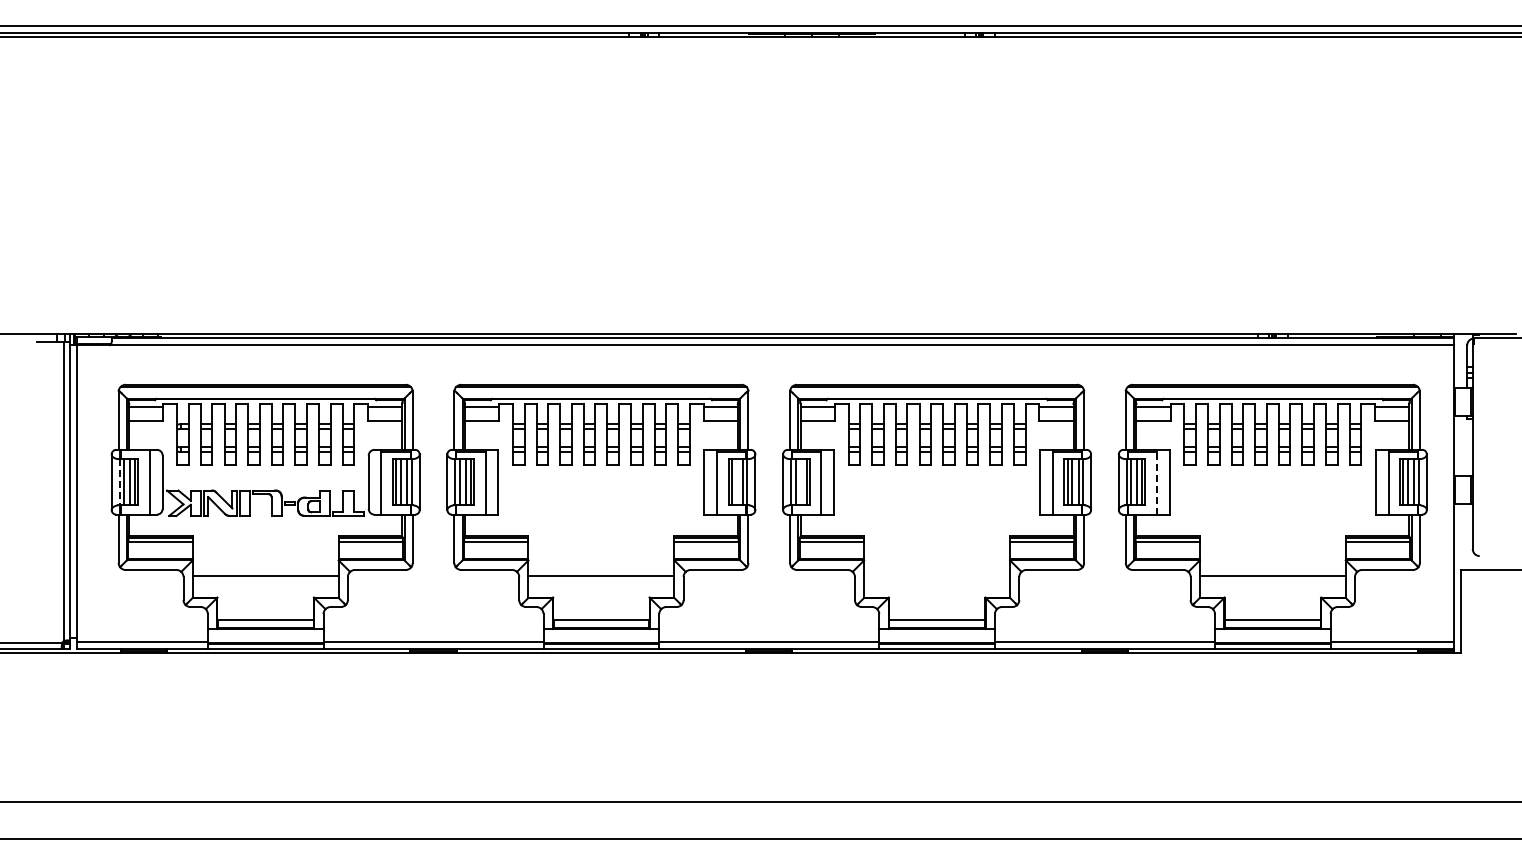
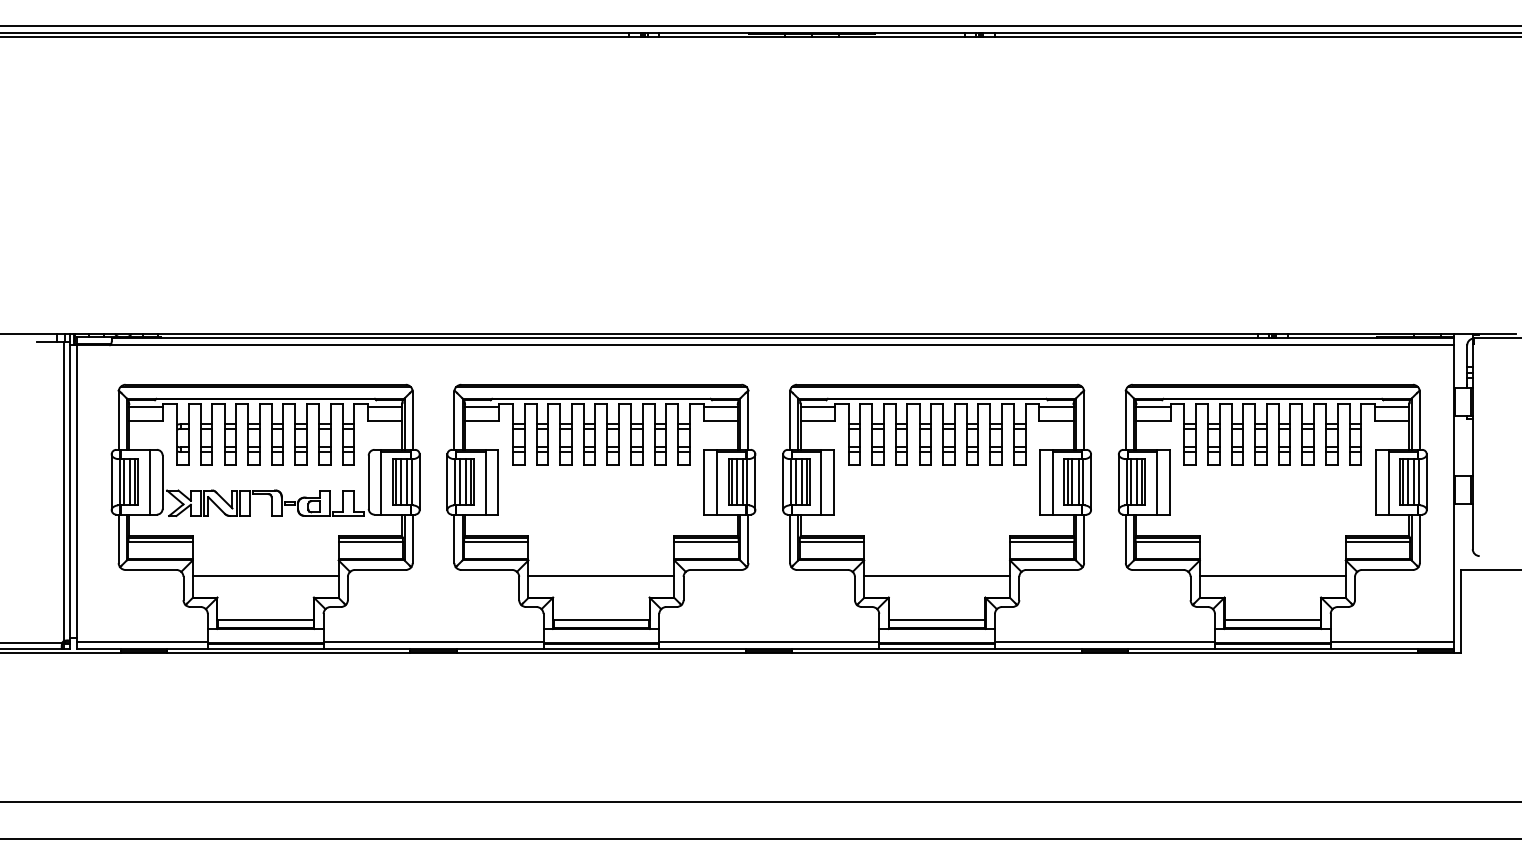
line at (1157, 481): dashed -> solid
line at (119, 482): dashed -> solid
line at (736, 482): none -> present
line at (801, 482): none -> present
line at (937, 575): none -> present
